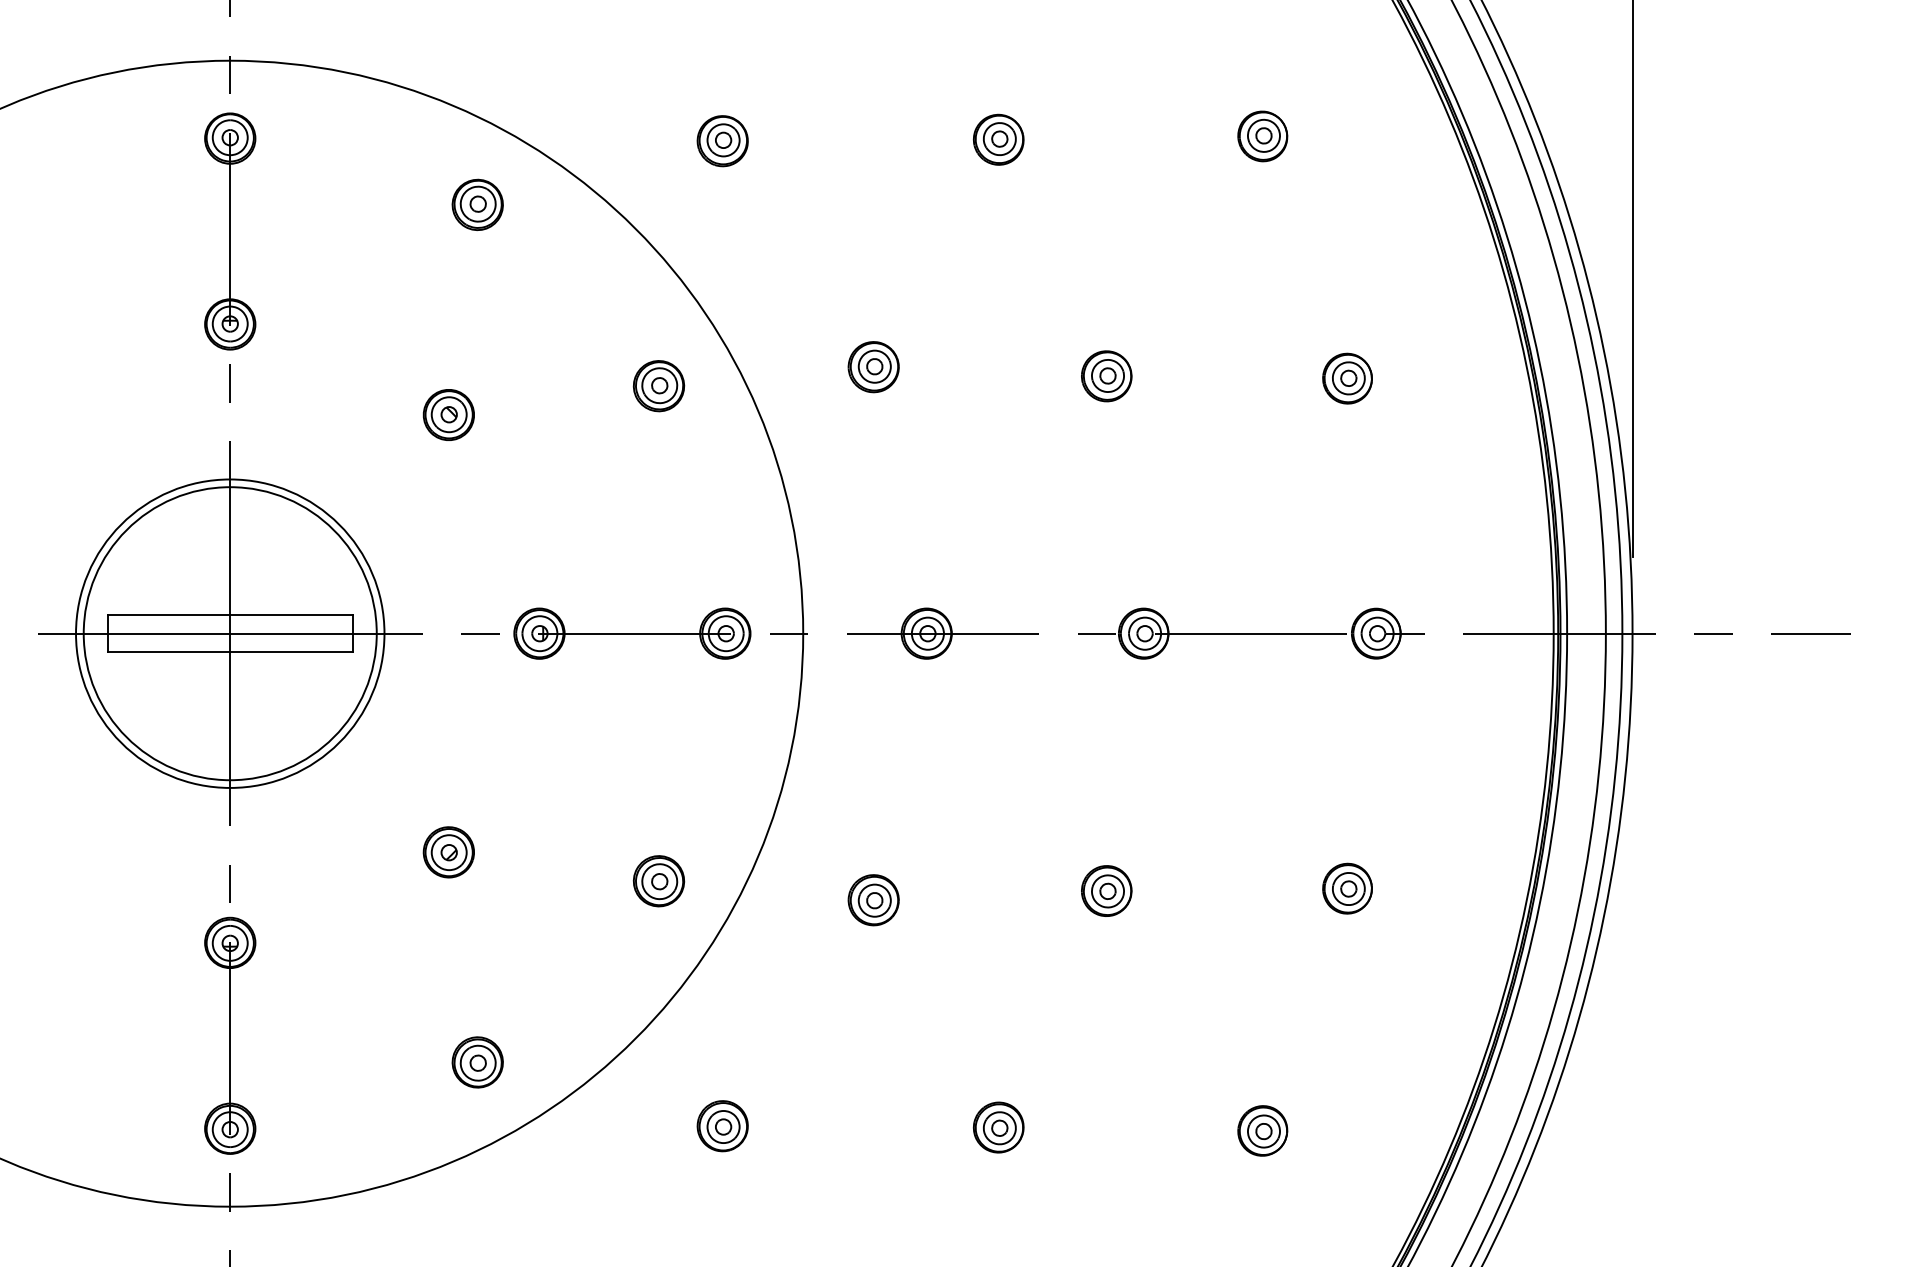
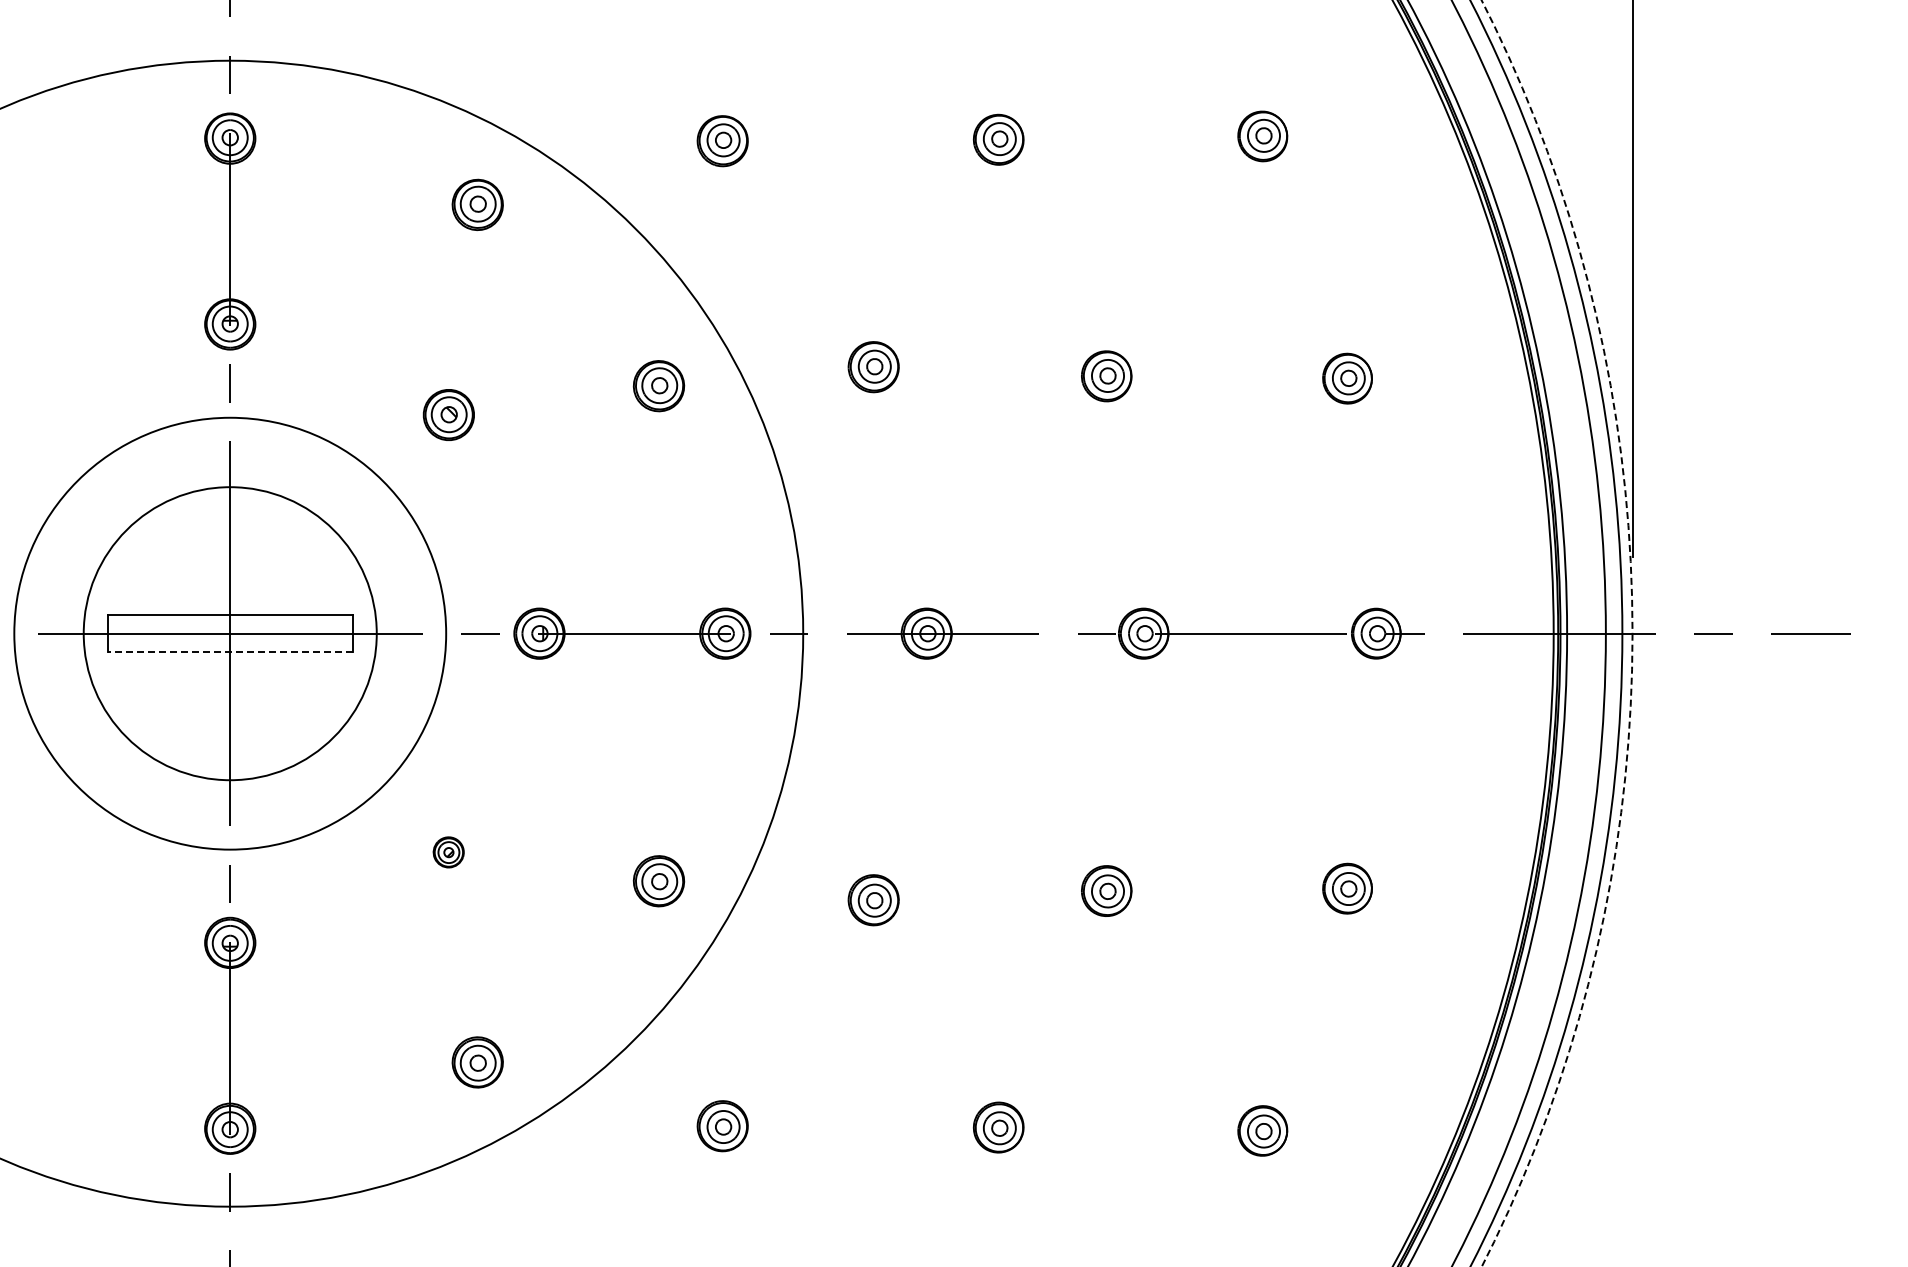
circle at (230, 633) diameter: 308 px -> 432 px
circle at (1556, 633): solid -> dashed
line at (229, 652): solid -> dashed
part at (448, 852) size: 53x53 px -> 33x33 px
